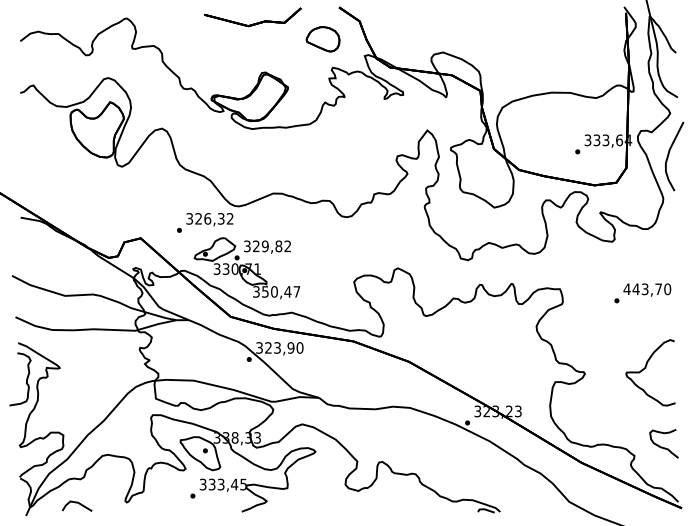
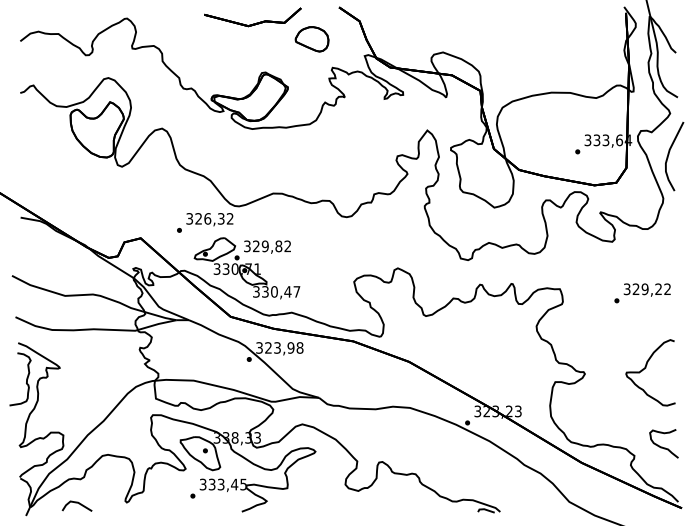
part at (322, 39) position: (322, 39) -> (311, 39)
text at (647, 289): 443,70 -> 329,22
text at (265, 291): 350,47 -> 330,47
text at (299, 347): 323,90 -> 323,98
